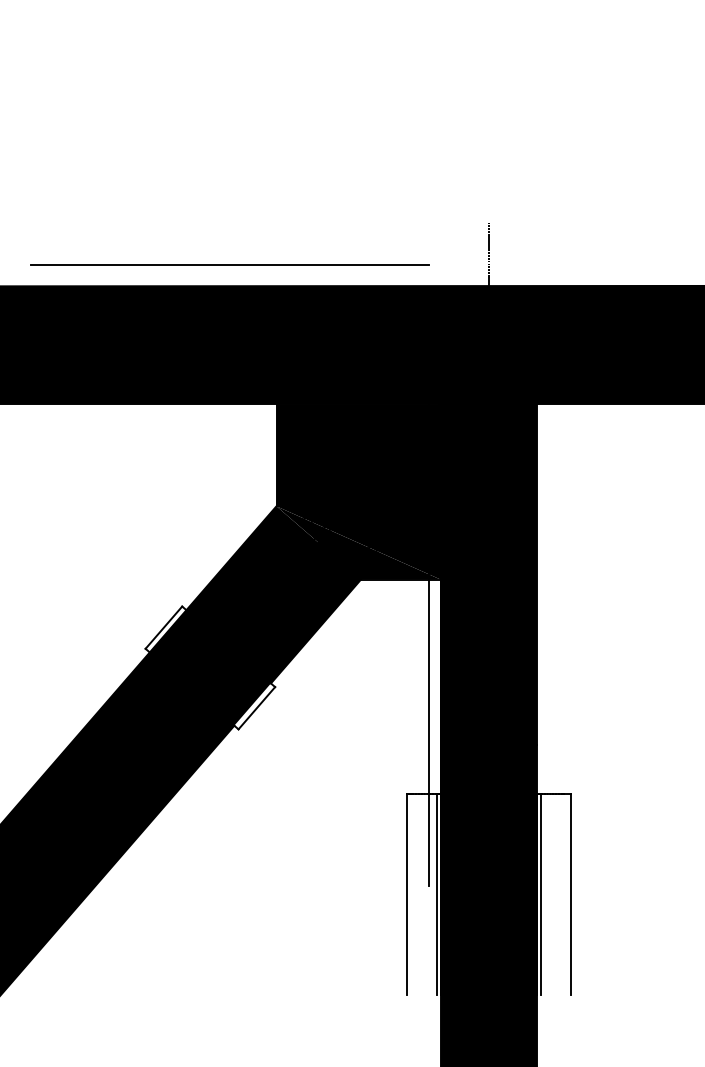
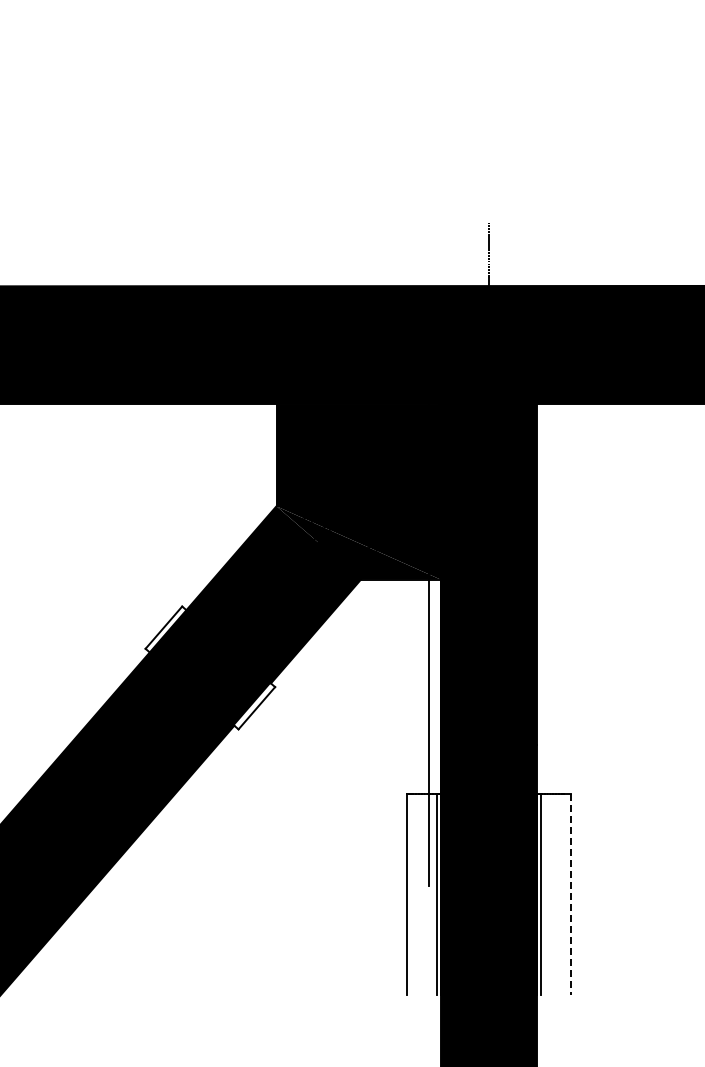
line at (229, 264): present -> none
line at (570, 894): solid -> dashed
